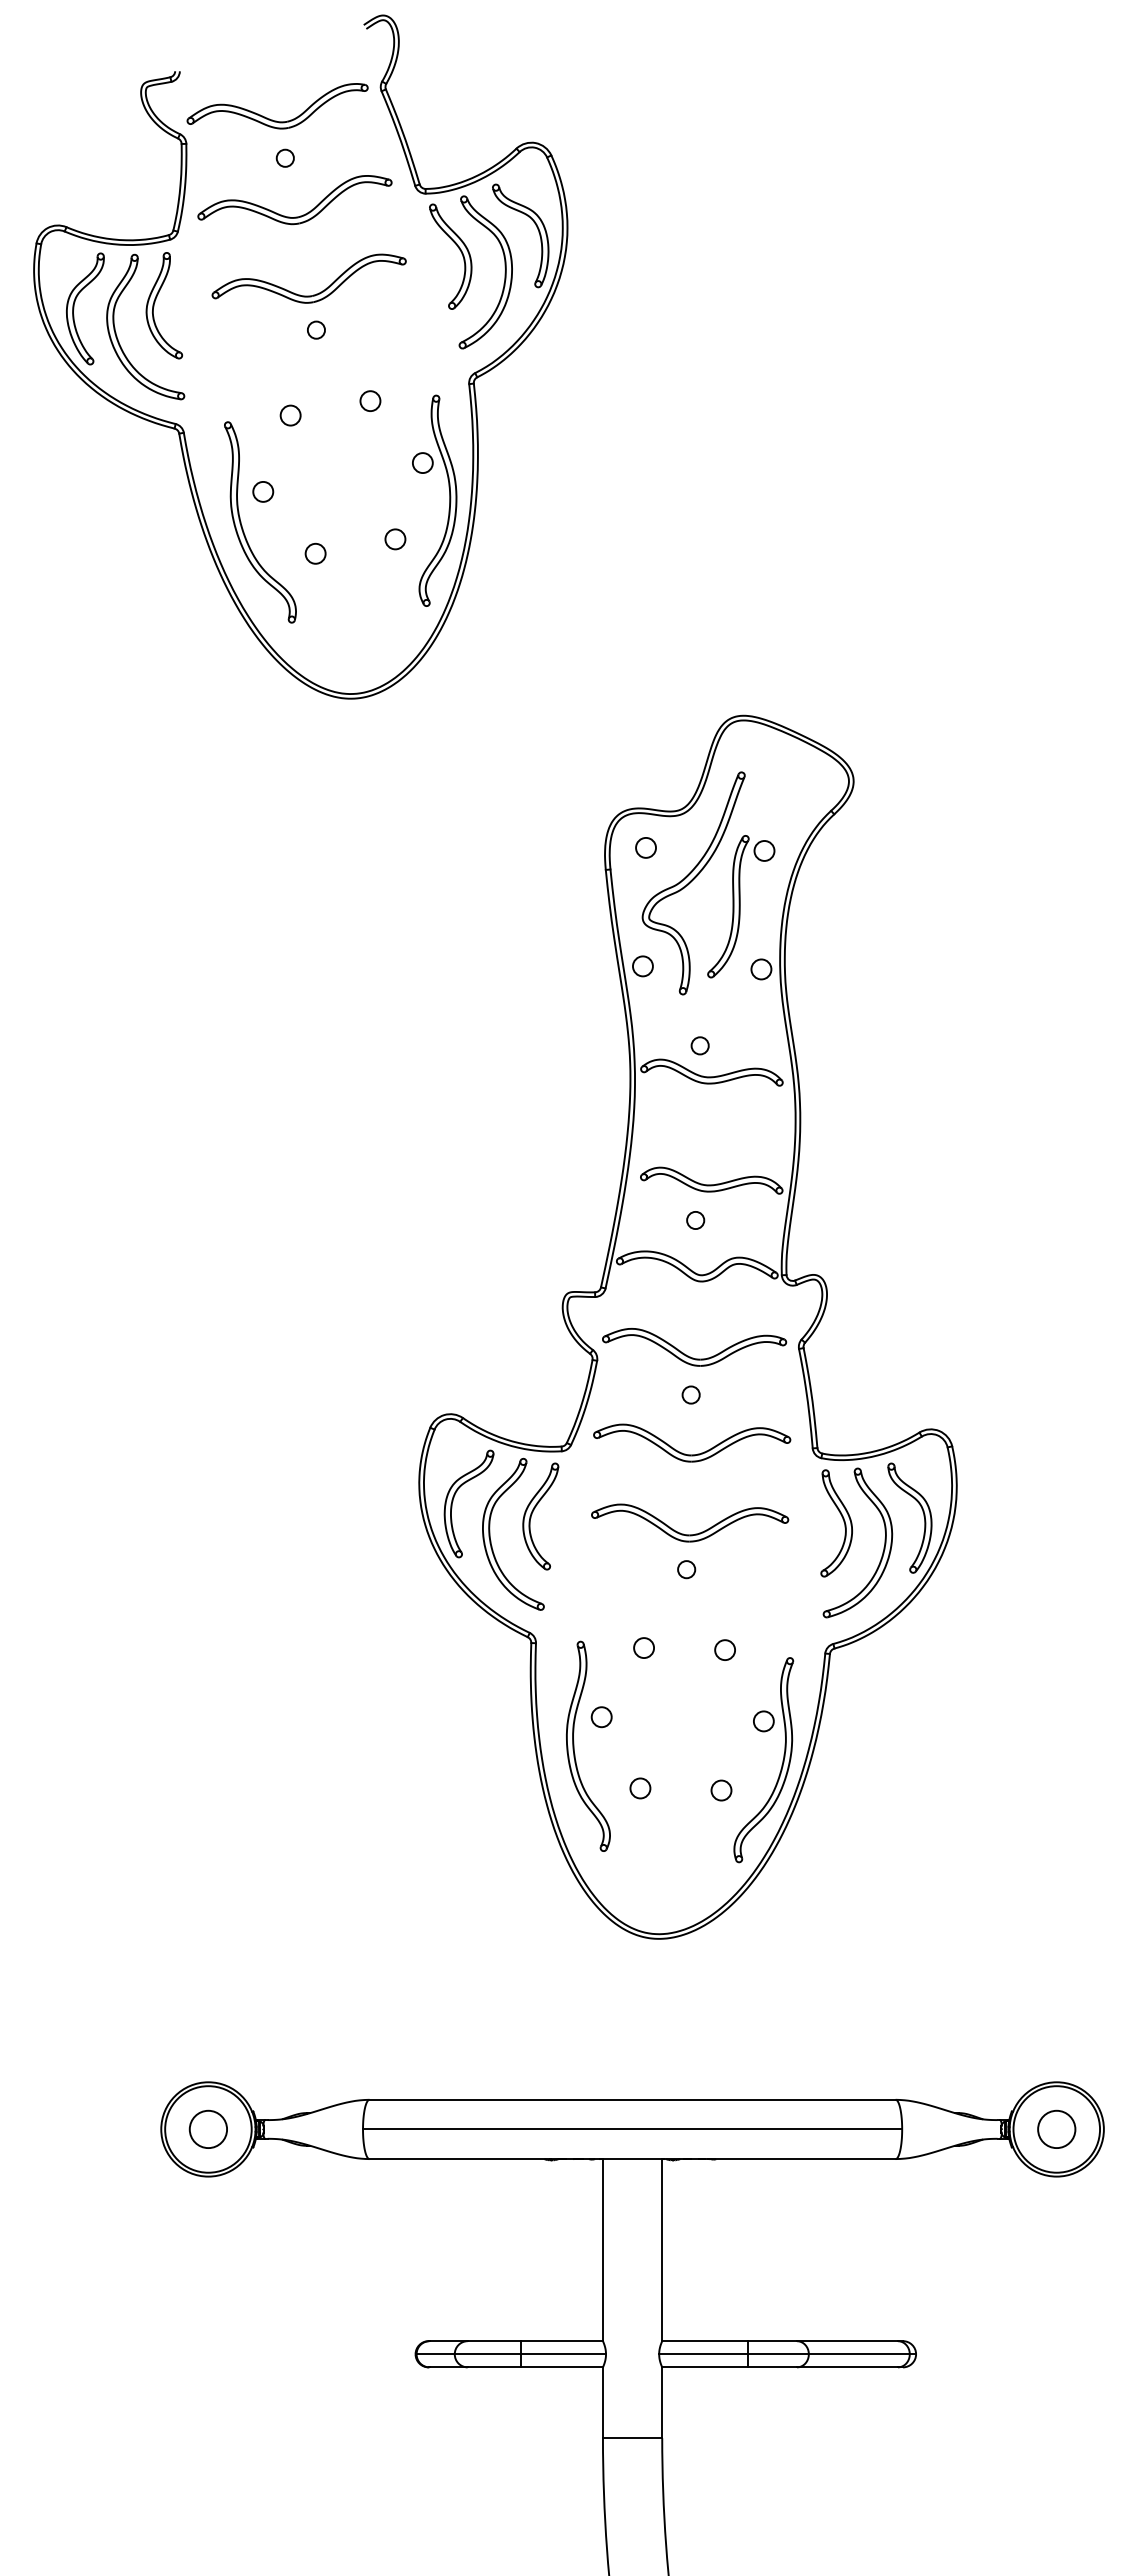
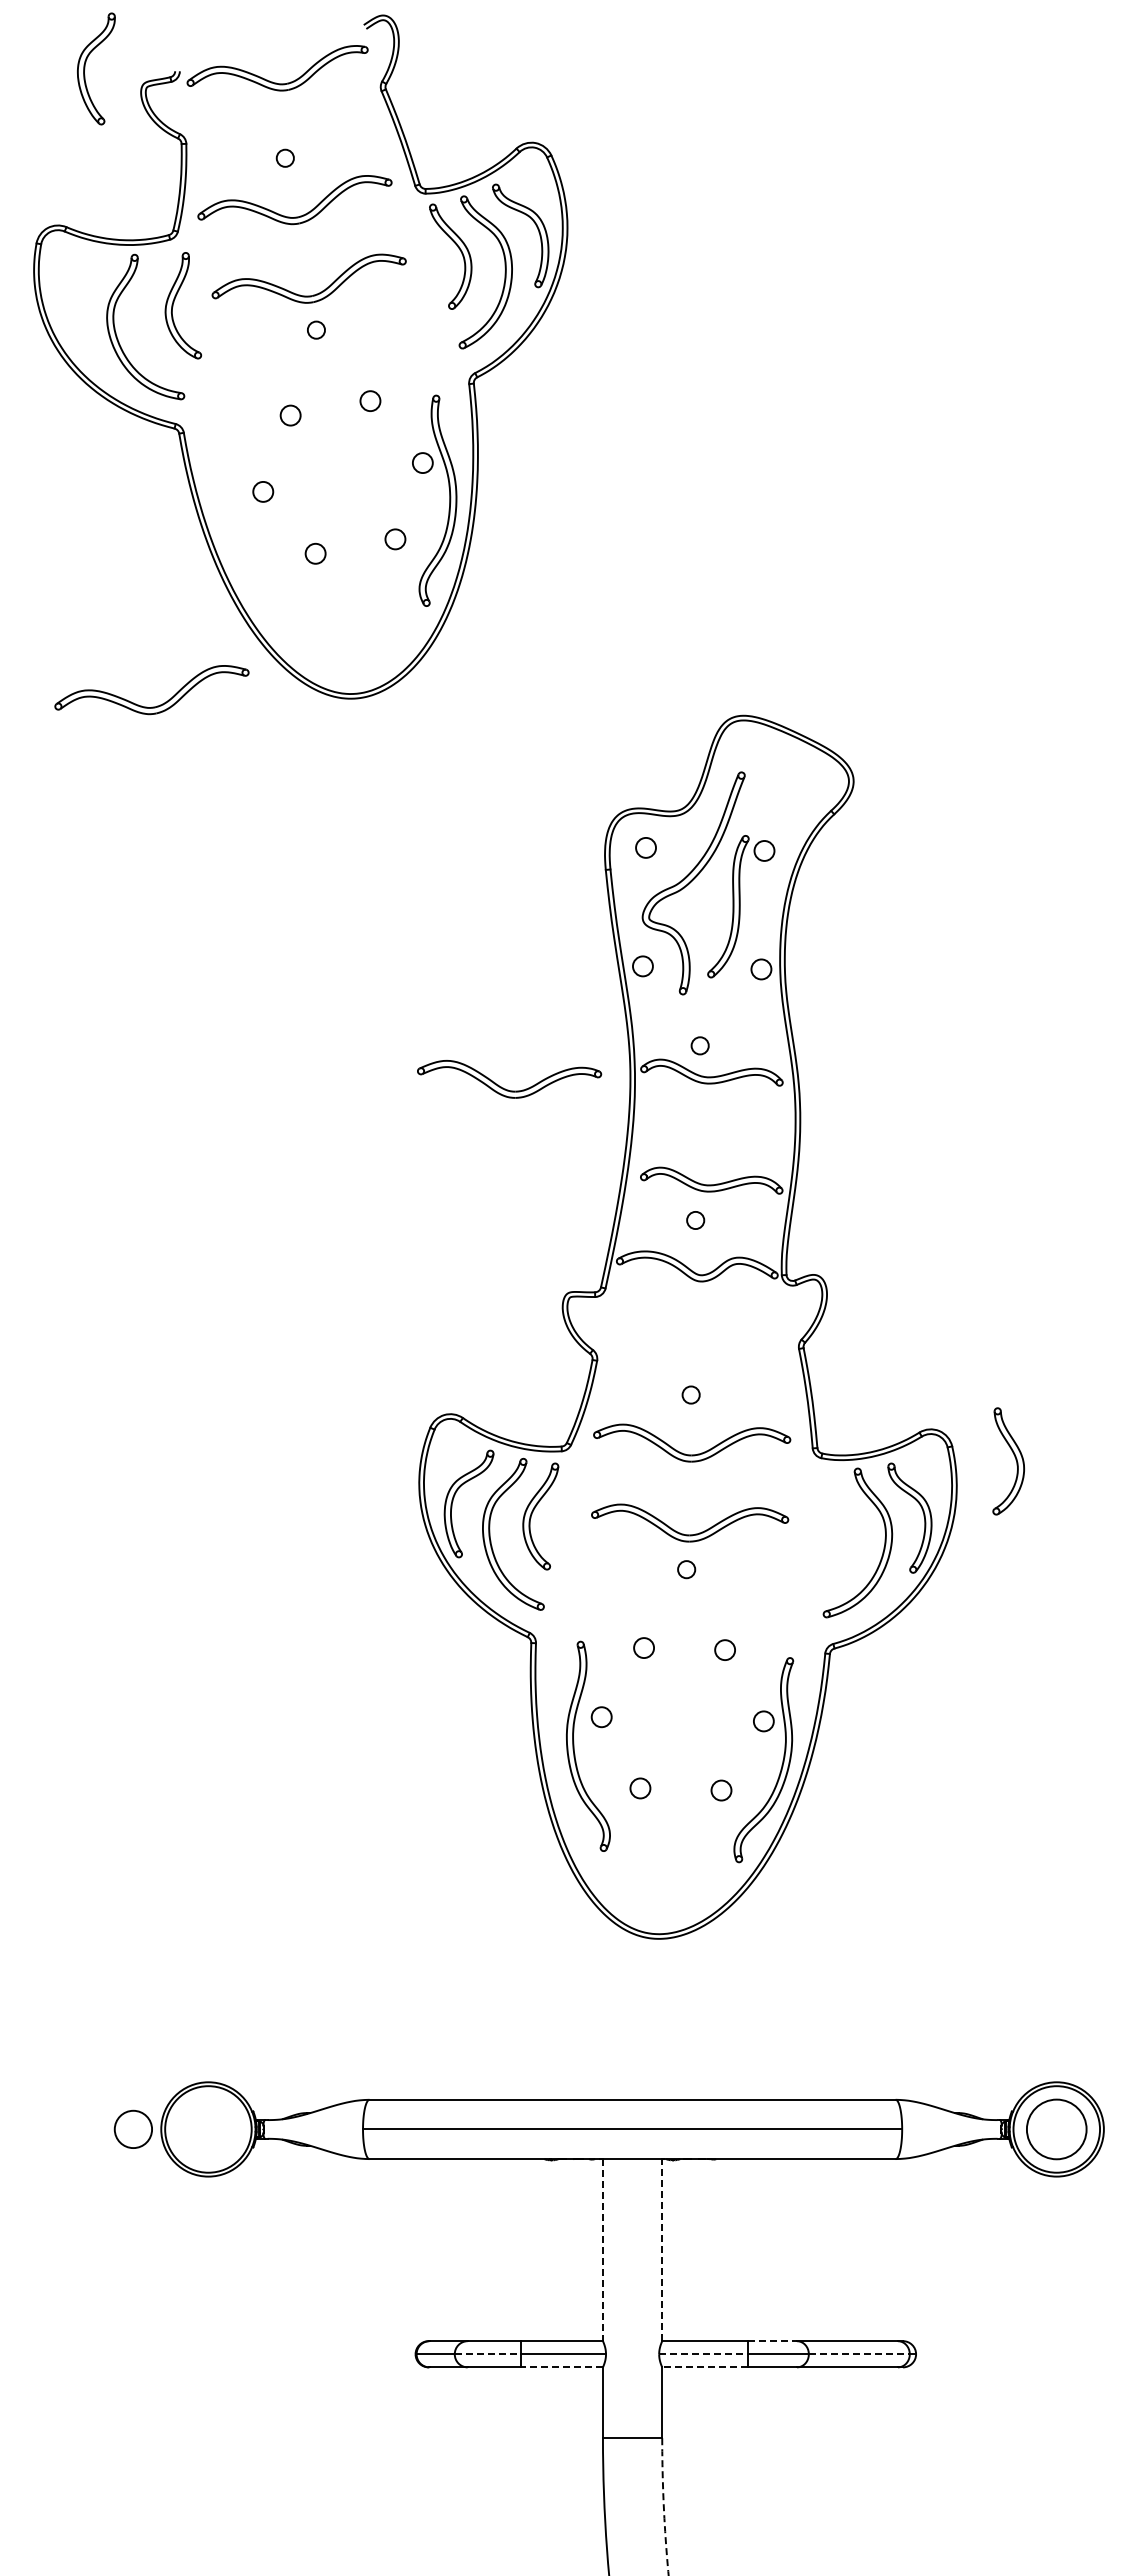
part at (272, 119) position: (272, 119) -> (272, 81)
part at (155, 302) position: (155, 302) -> (174, 302)
part at (74, 308) position: (74, 308) -> (85, 68)
part at (243, 528): present -> none
part at (152, 706): none -> present
part at (690, 1356) position: (690, 1356) -> (505, 1088)
part at (843, 1522) position: (843, 1522) -> (1015, 1460)
circle at (207, 2128) position: (207, 2128) -> (132, 2128)
circle at (1056, 2129) diameter: 37 px -> 60 px
line at (662, 2249): solid -> dashed
line at (602, 2250): solid -> dashed
line at (773, 2341): solid -> dashed
line at (488, 2354): solid -> dashed
line at (704, 2354): solid -> dashed
line at (859, 2354): solid -> dashed
line at (561, 2367): solid -> dashed
line at (705, 2367): solid -> dashed
arc at (663, 2507): solid -> dashed
